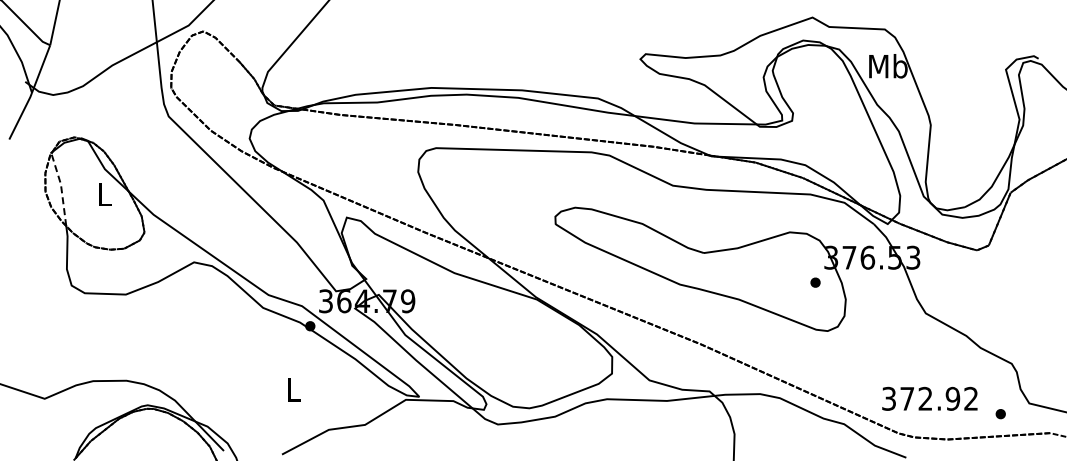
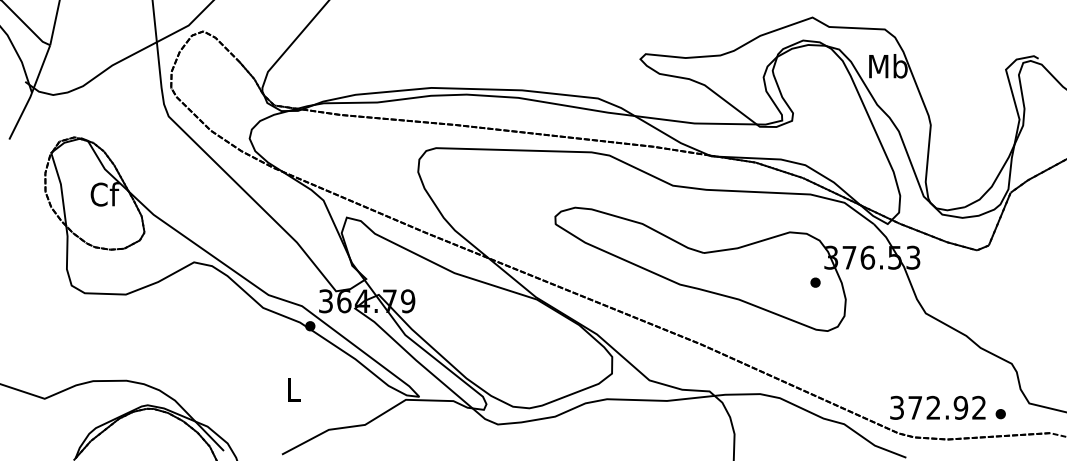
line at (61, 188): dashed -> solid
text at (104, 194): L -> Cf
text at (929, 398) position: (929, 398) -> (937, 407)
